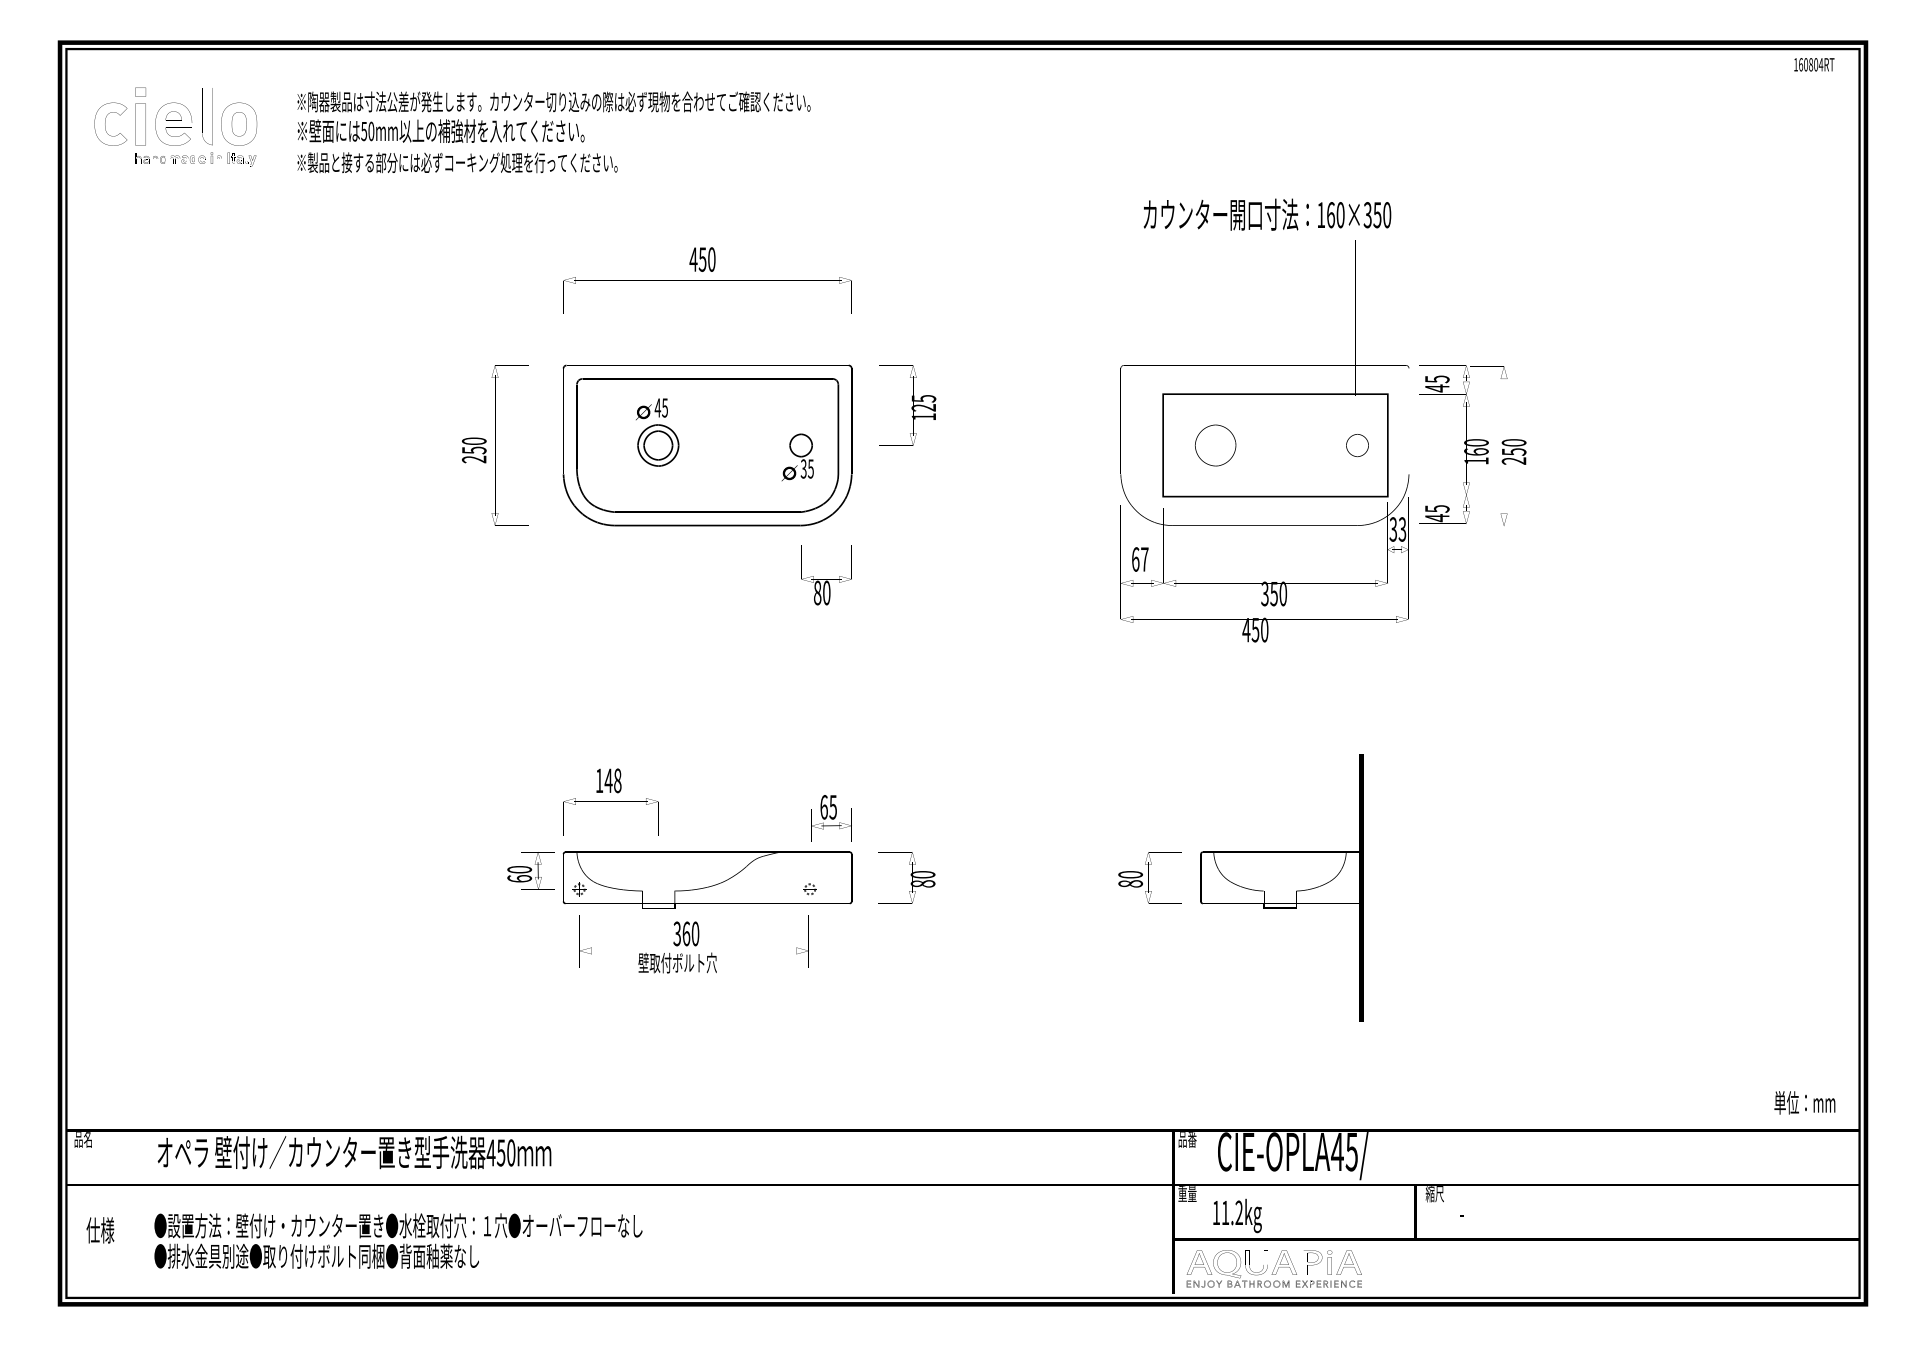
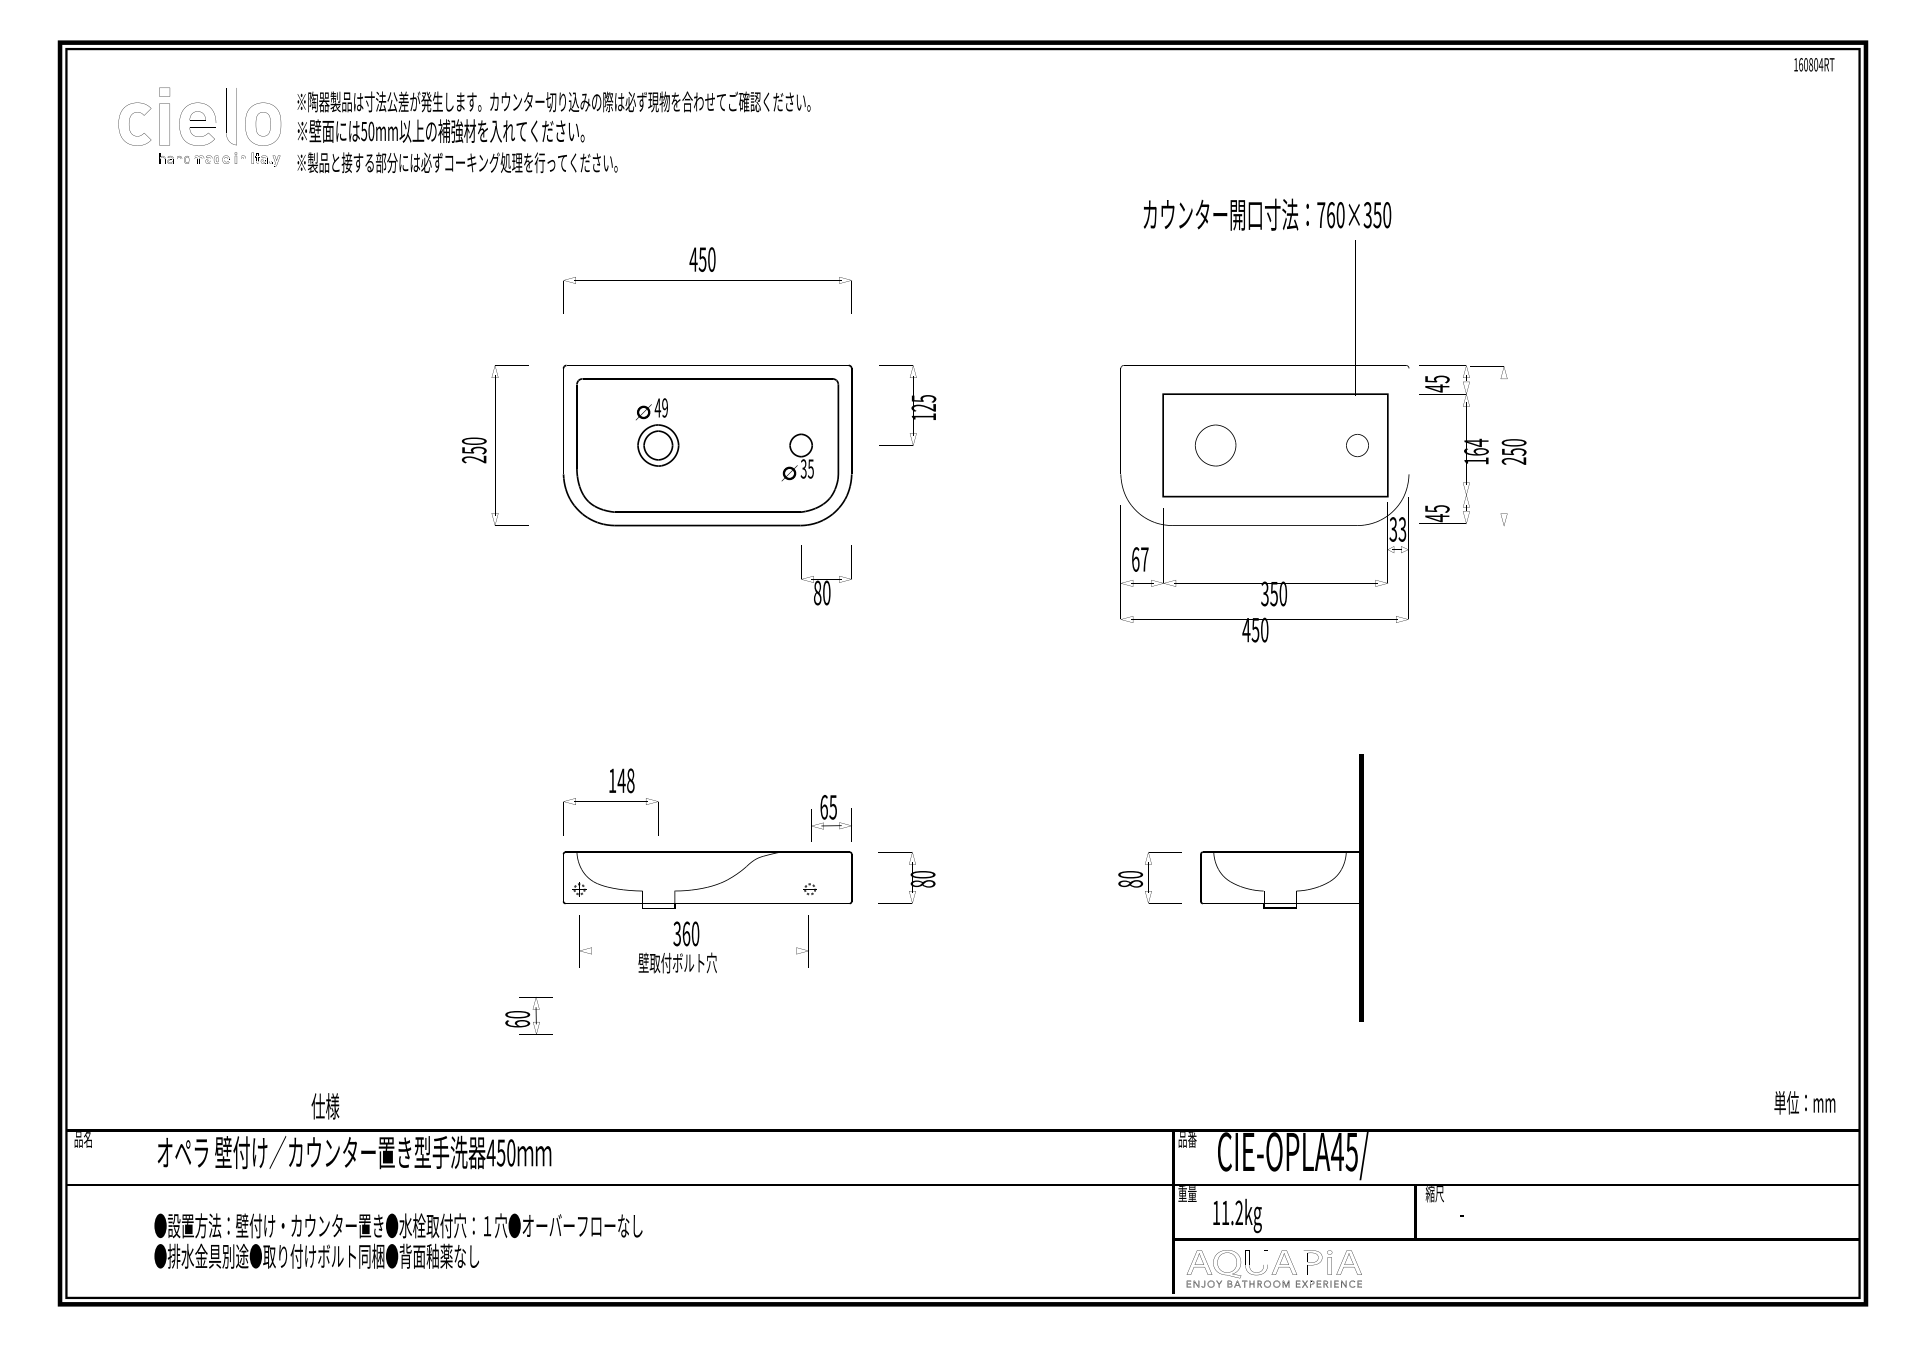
part at (175, 126) position: (175, 126) -> (199, 126)
text at (1321, 214): 160×350 -> 760×350
text at (664, 407): 45 -> 49
text at (1476, 442): 160 -> 164
text at (608, 780) position: (608, 780) -> (621, 780)
text at (530, 870) position: (530, 870) -> (528, 1015)
text at (100, 1230) position: (100, 1230) -> (325, 1106)
